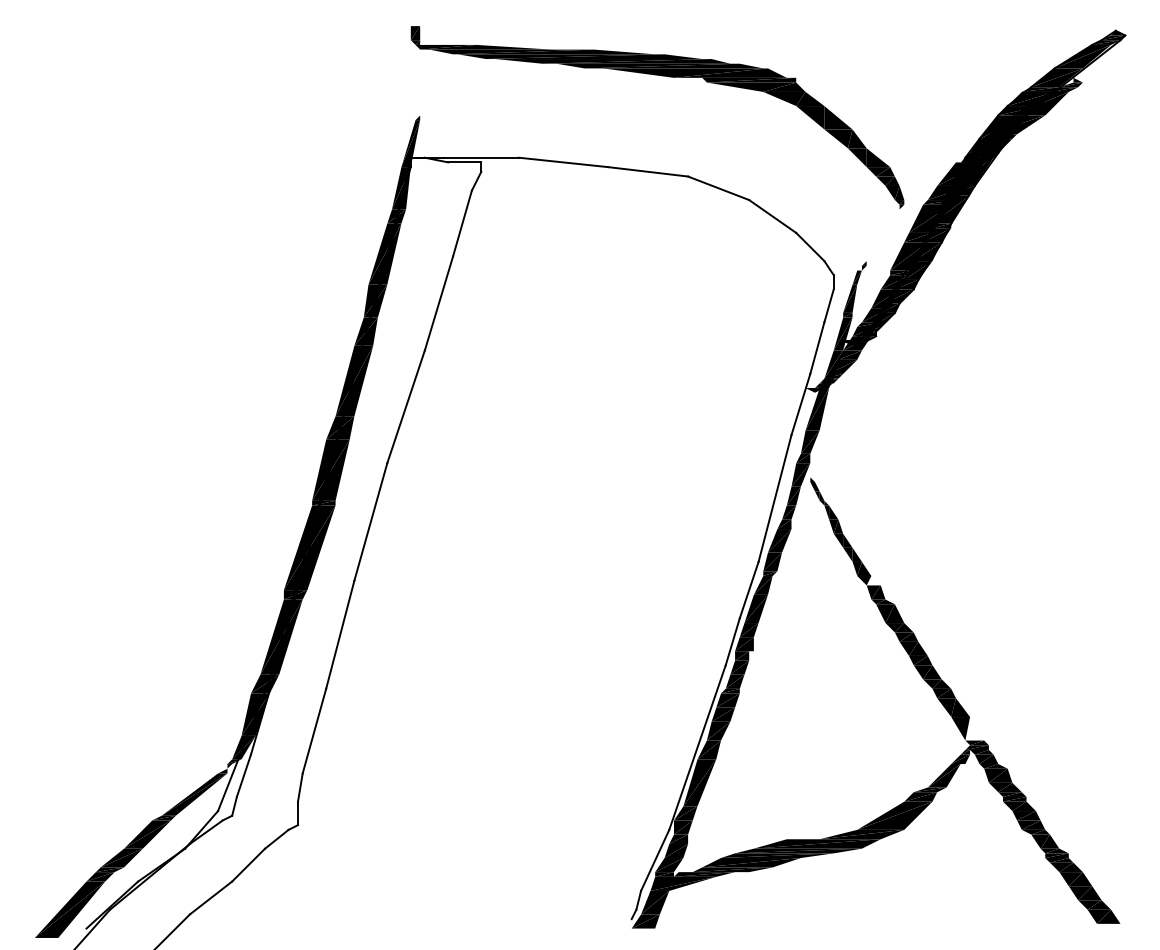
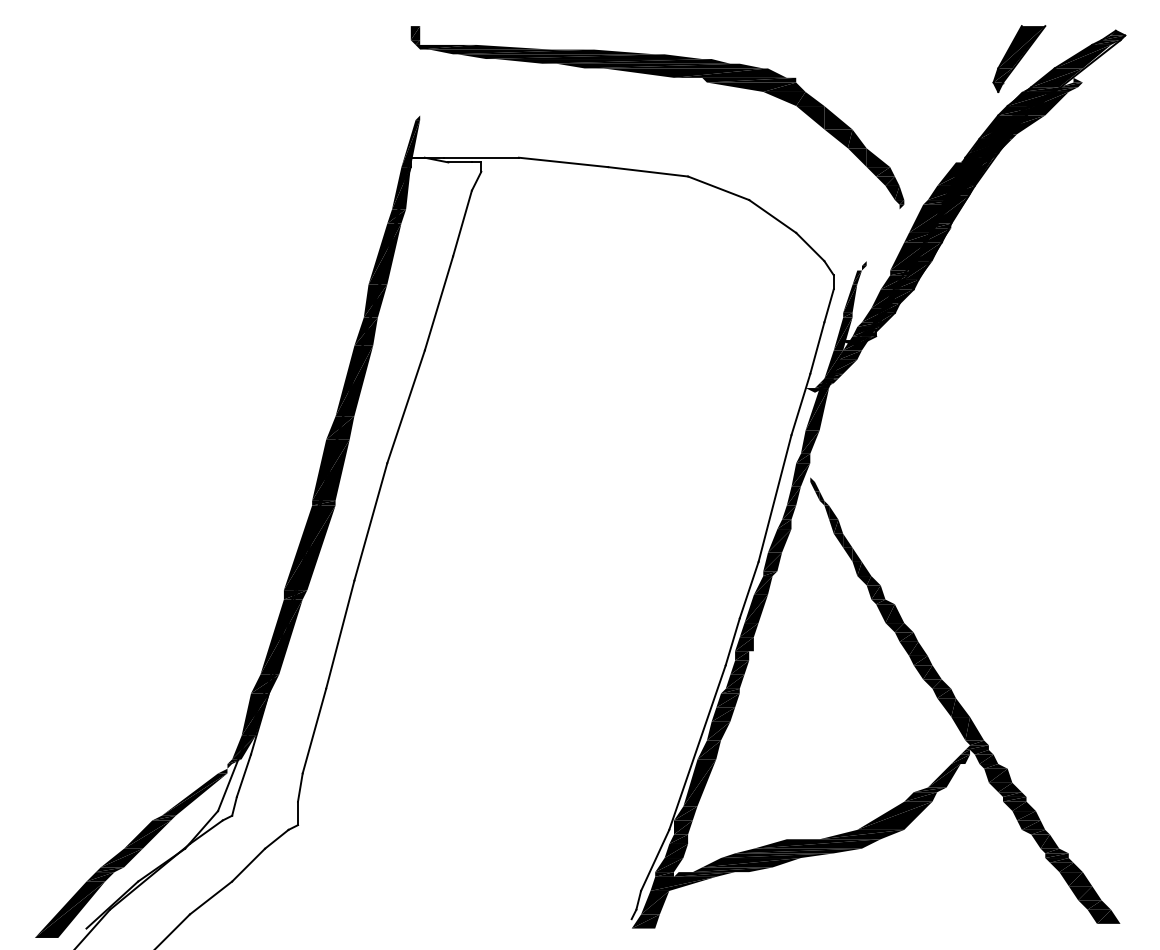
part at (1019, 58): none -> present
fill at (873, 580): none -> present
fill at (974, 728): none -> present
